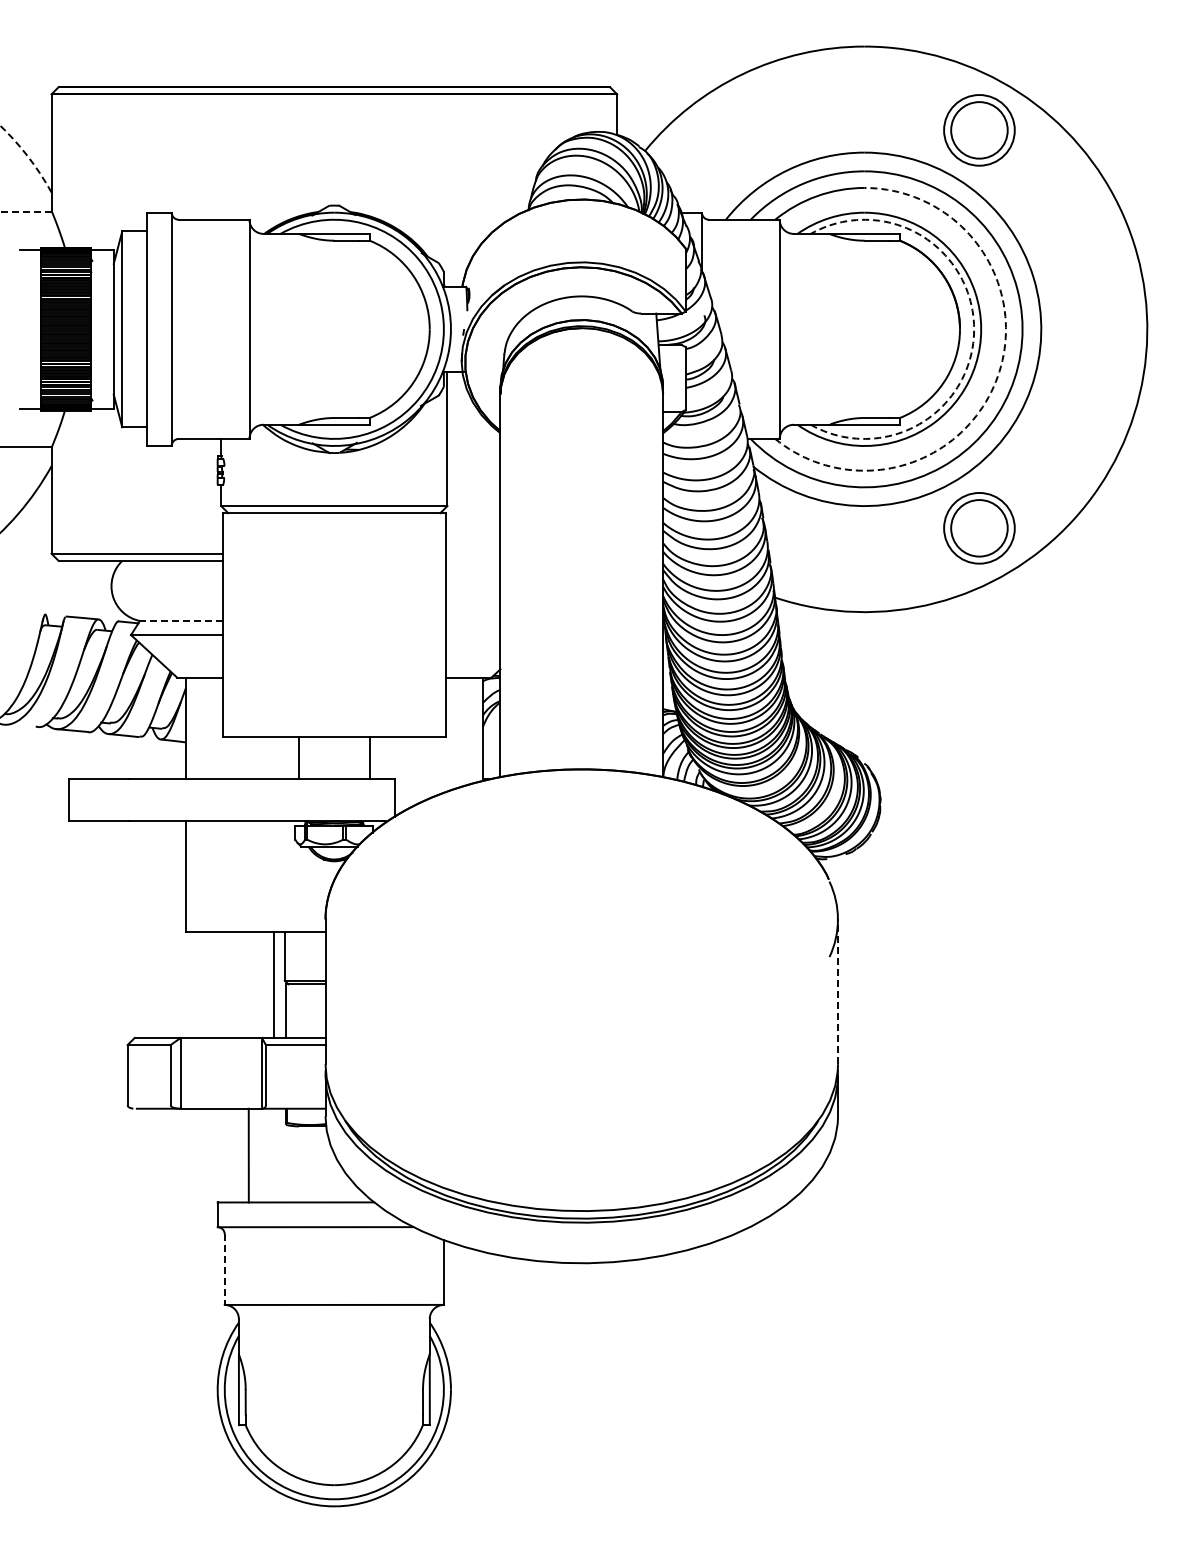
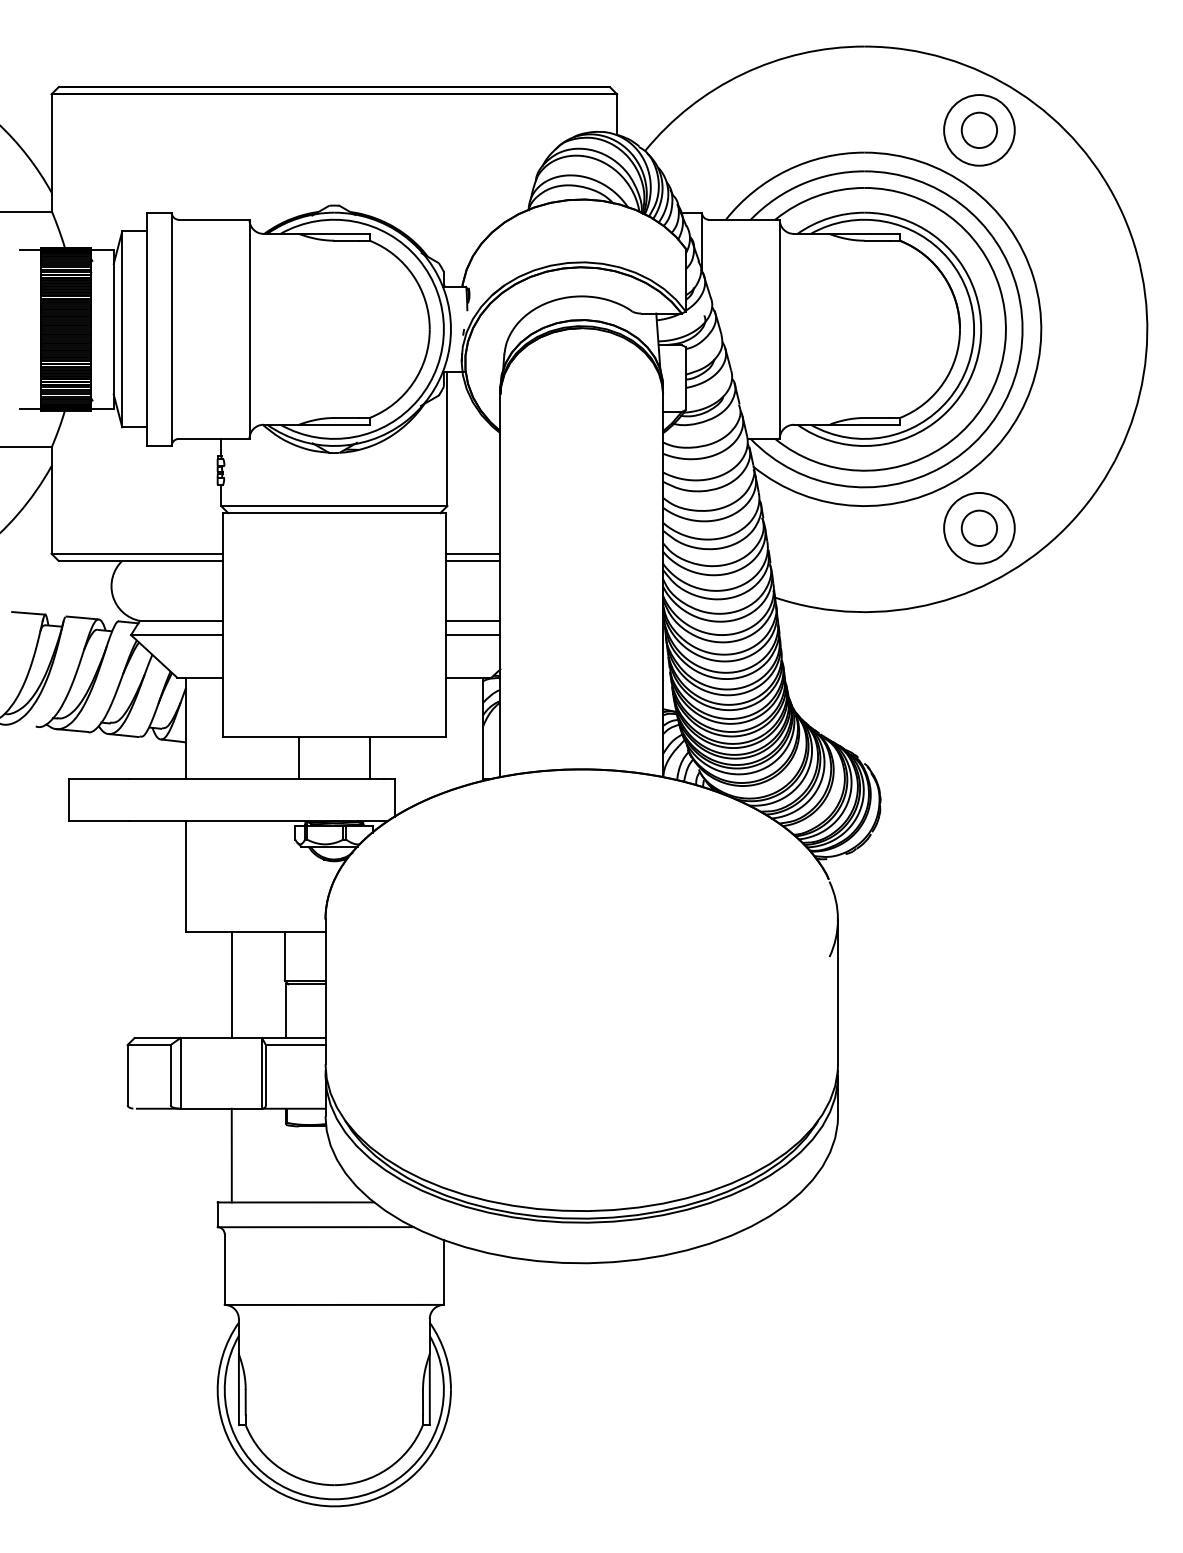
circle at (979, 130) diameter: 57 px -> 35 px
arc at (28, 157): dashed -> solid
line at (25, 211): dashed -> solid
arc at (974, 329): dashed -> solid
arc at (997, 376): dashed -> solid
circle at (979, 528) diameter: 57 px -> 35 px
line at (472, 553): none -> present
line at (472, 560): none -> present
line at (28, 613): none -> present
line at (181, 620): dashed -> solid
line at (472, 620): none -> present
line at (472, 635): none -> present
line at (273, 985) position: (273, 985) -> (231, 985)
line at (838, 991): dashed -> solid
line at (248, 1155) position: (248, 1155) -> (231, 1155)
line at (224, 1270): dashed -> solid
